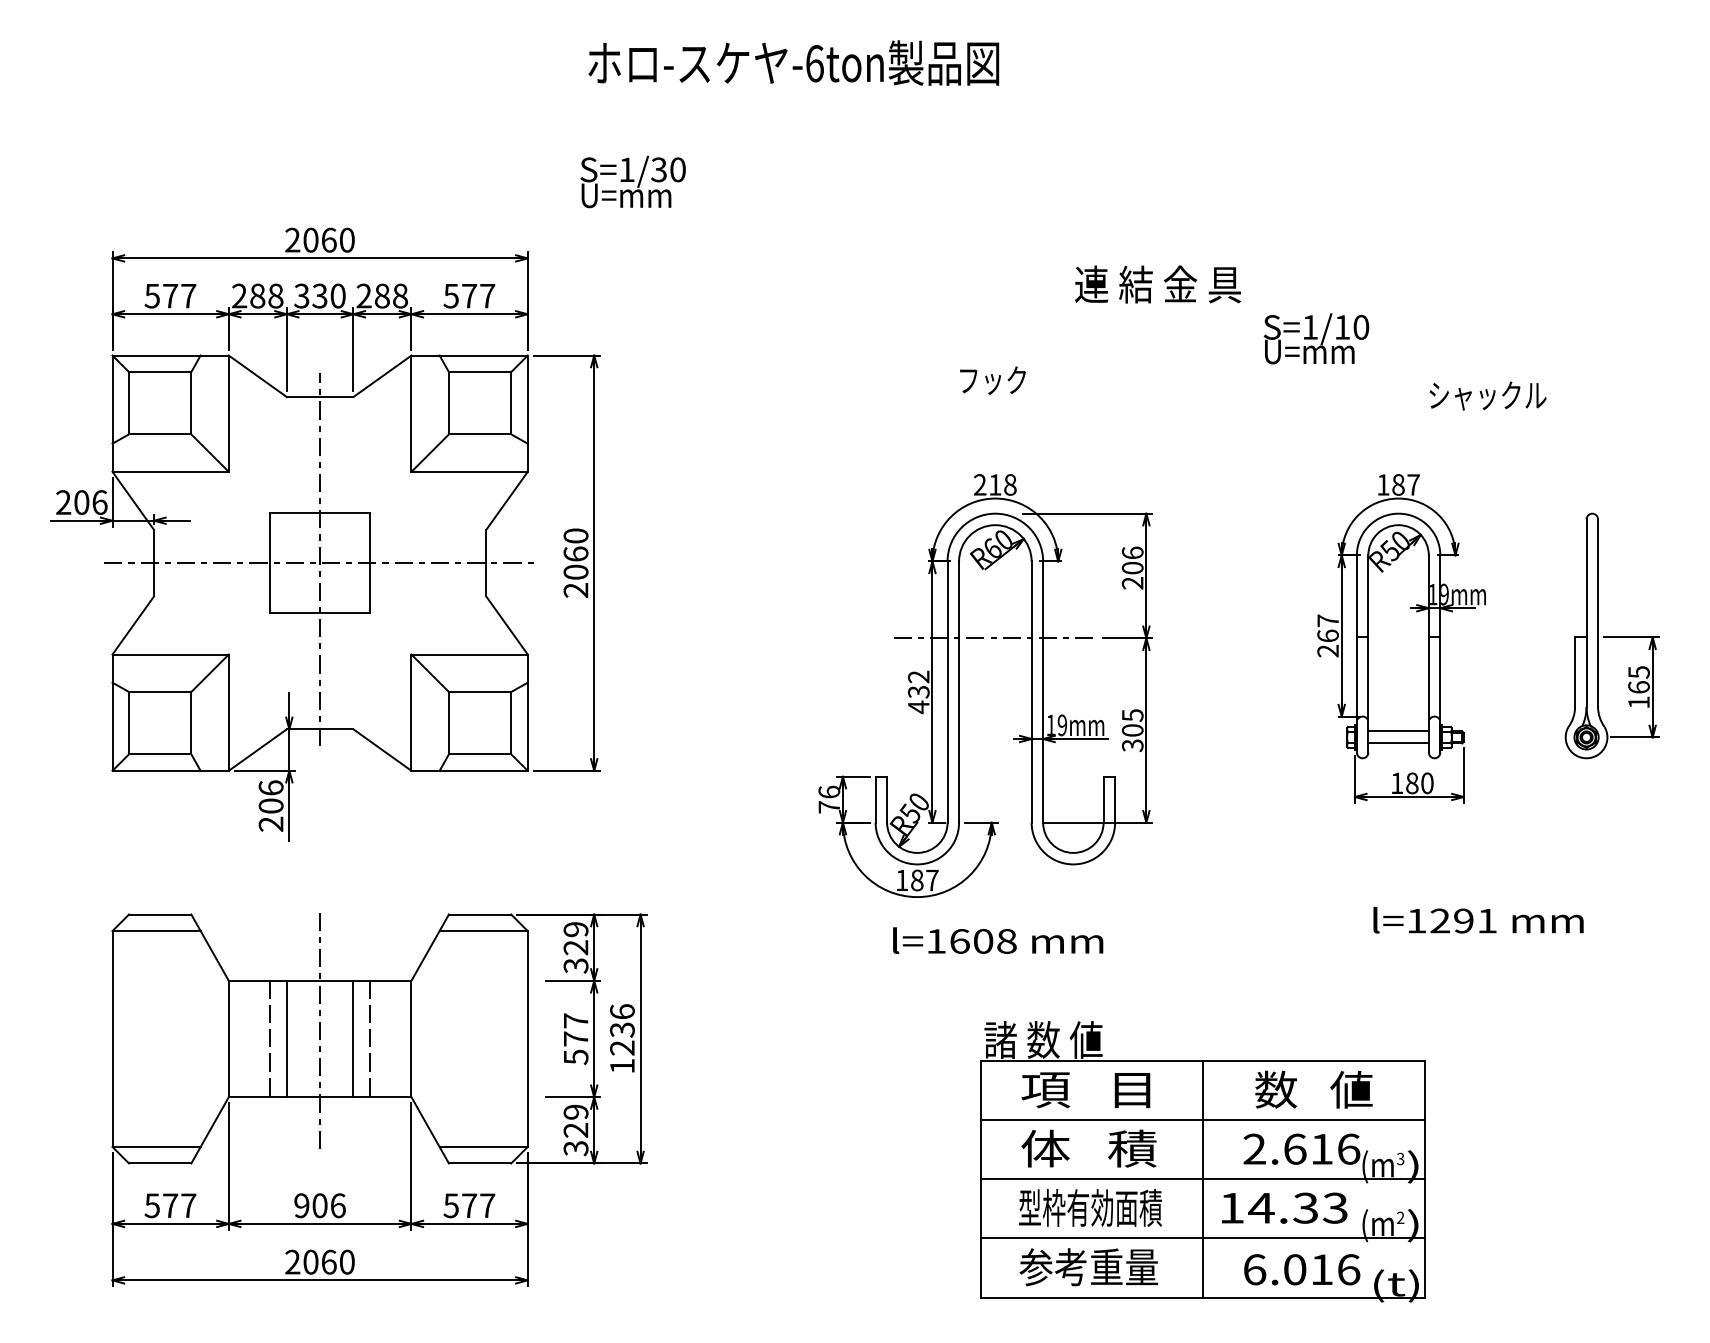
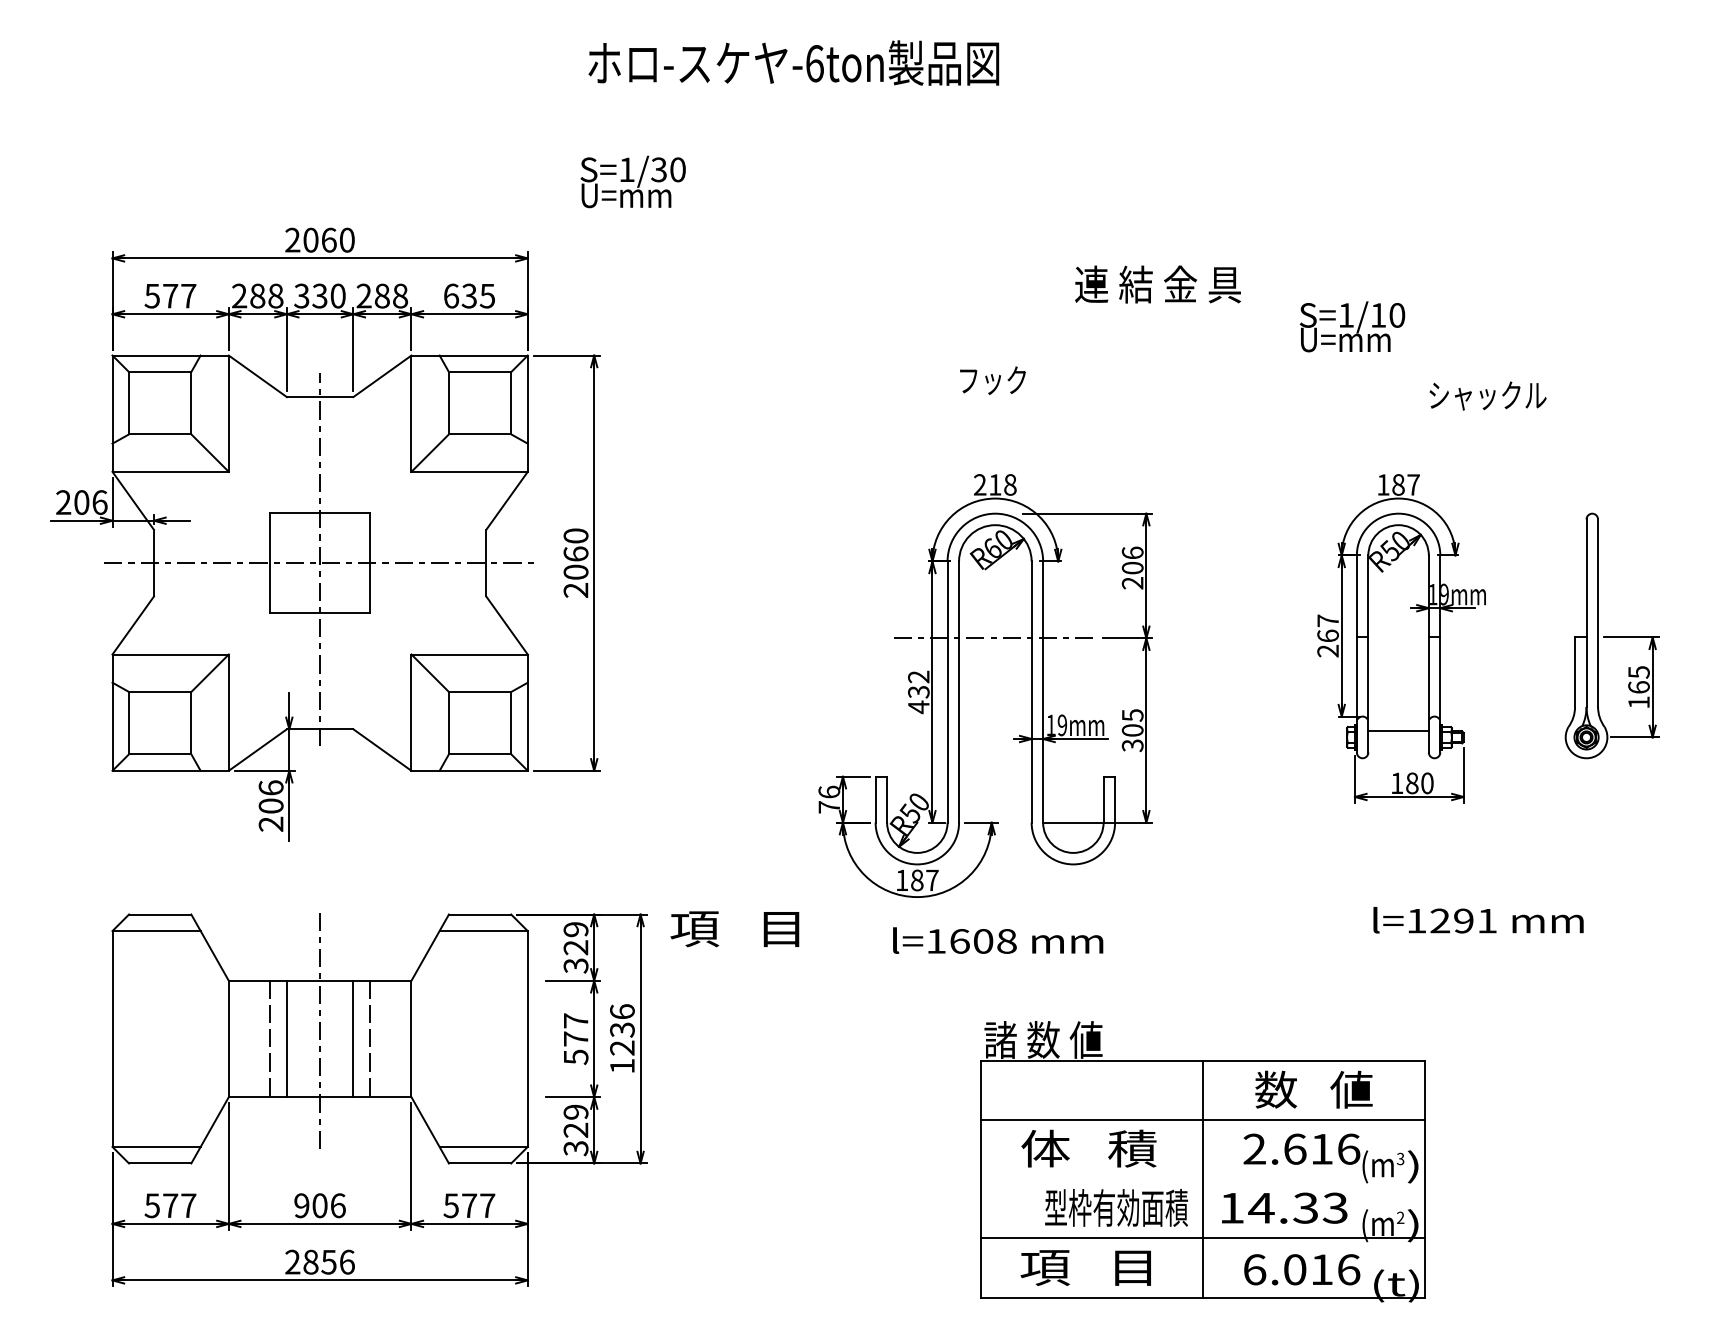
text at (469, 295): 577 -> 635
text at (1316, 338) position: (1316, 338) -> (1352, 326)
line at (1398, 743): present -> none
text at (1085, 1090) position: (1085, 1090) -> (734, 929)
line at (1202, 1179): present -> none
text at (1090, 1207) position: (1090, 1207) -> (1116, 1207)
text at (328, 1261): 2060 -> 2856
text at (1088, 1267): 参考重量 -> 項   目
